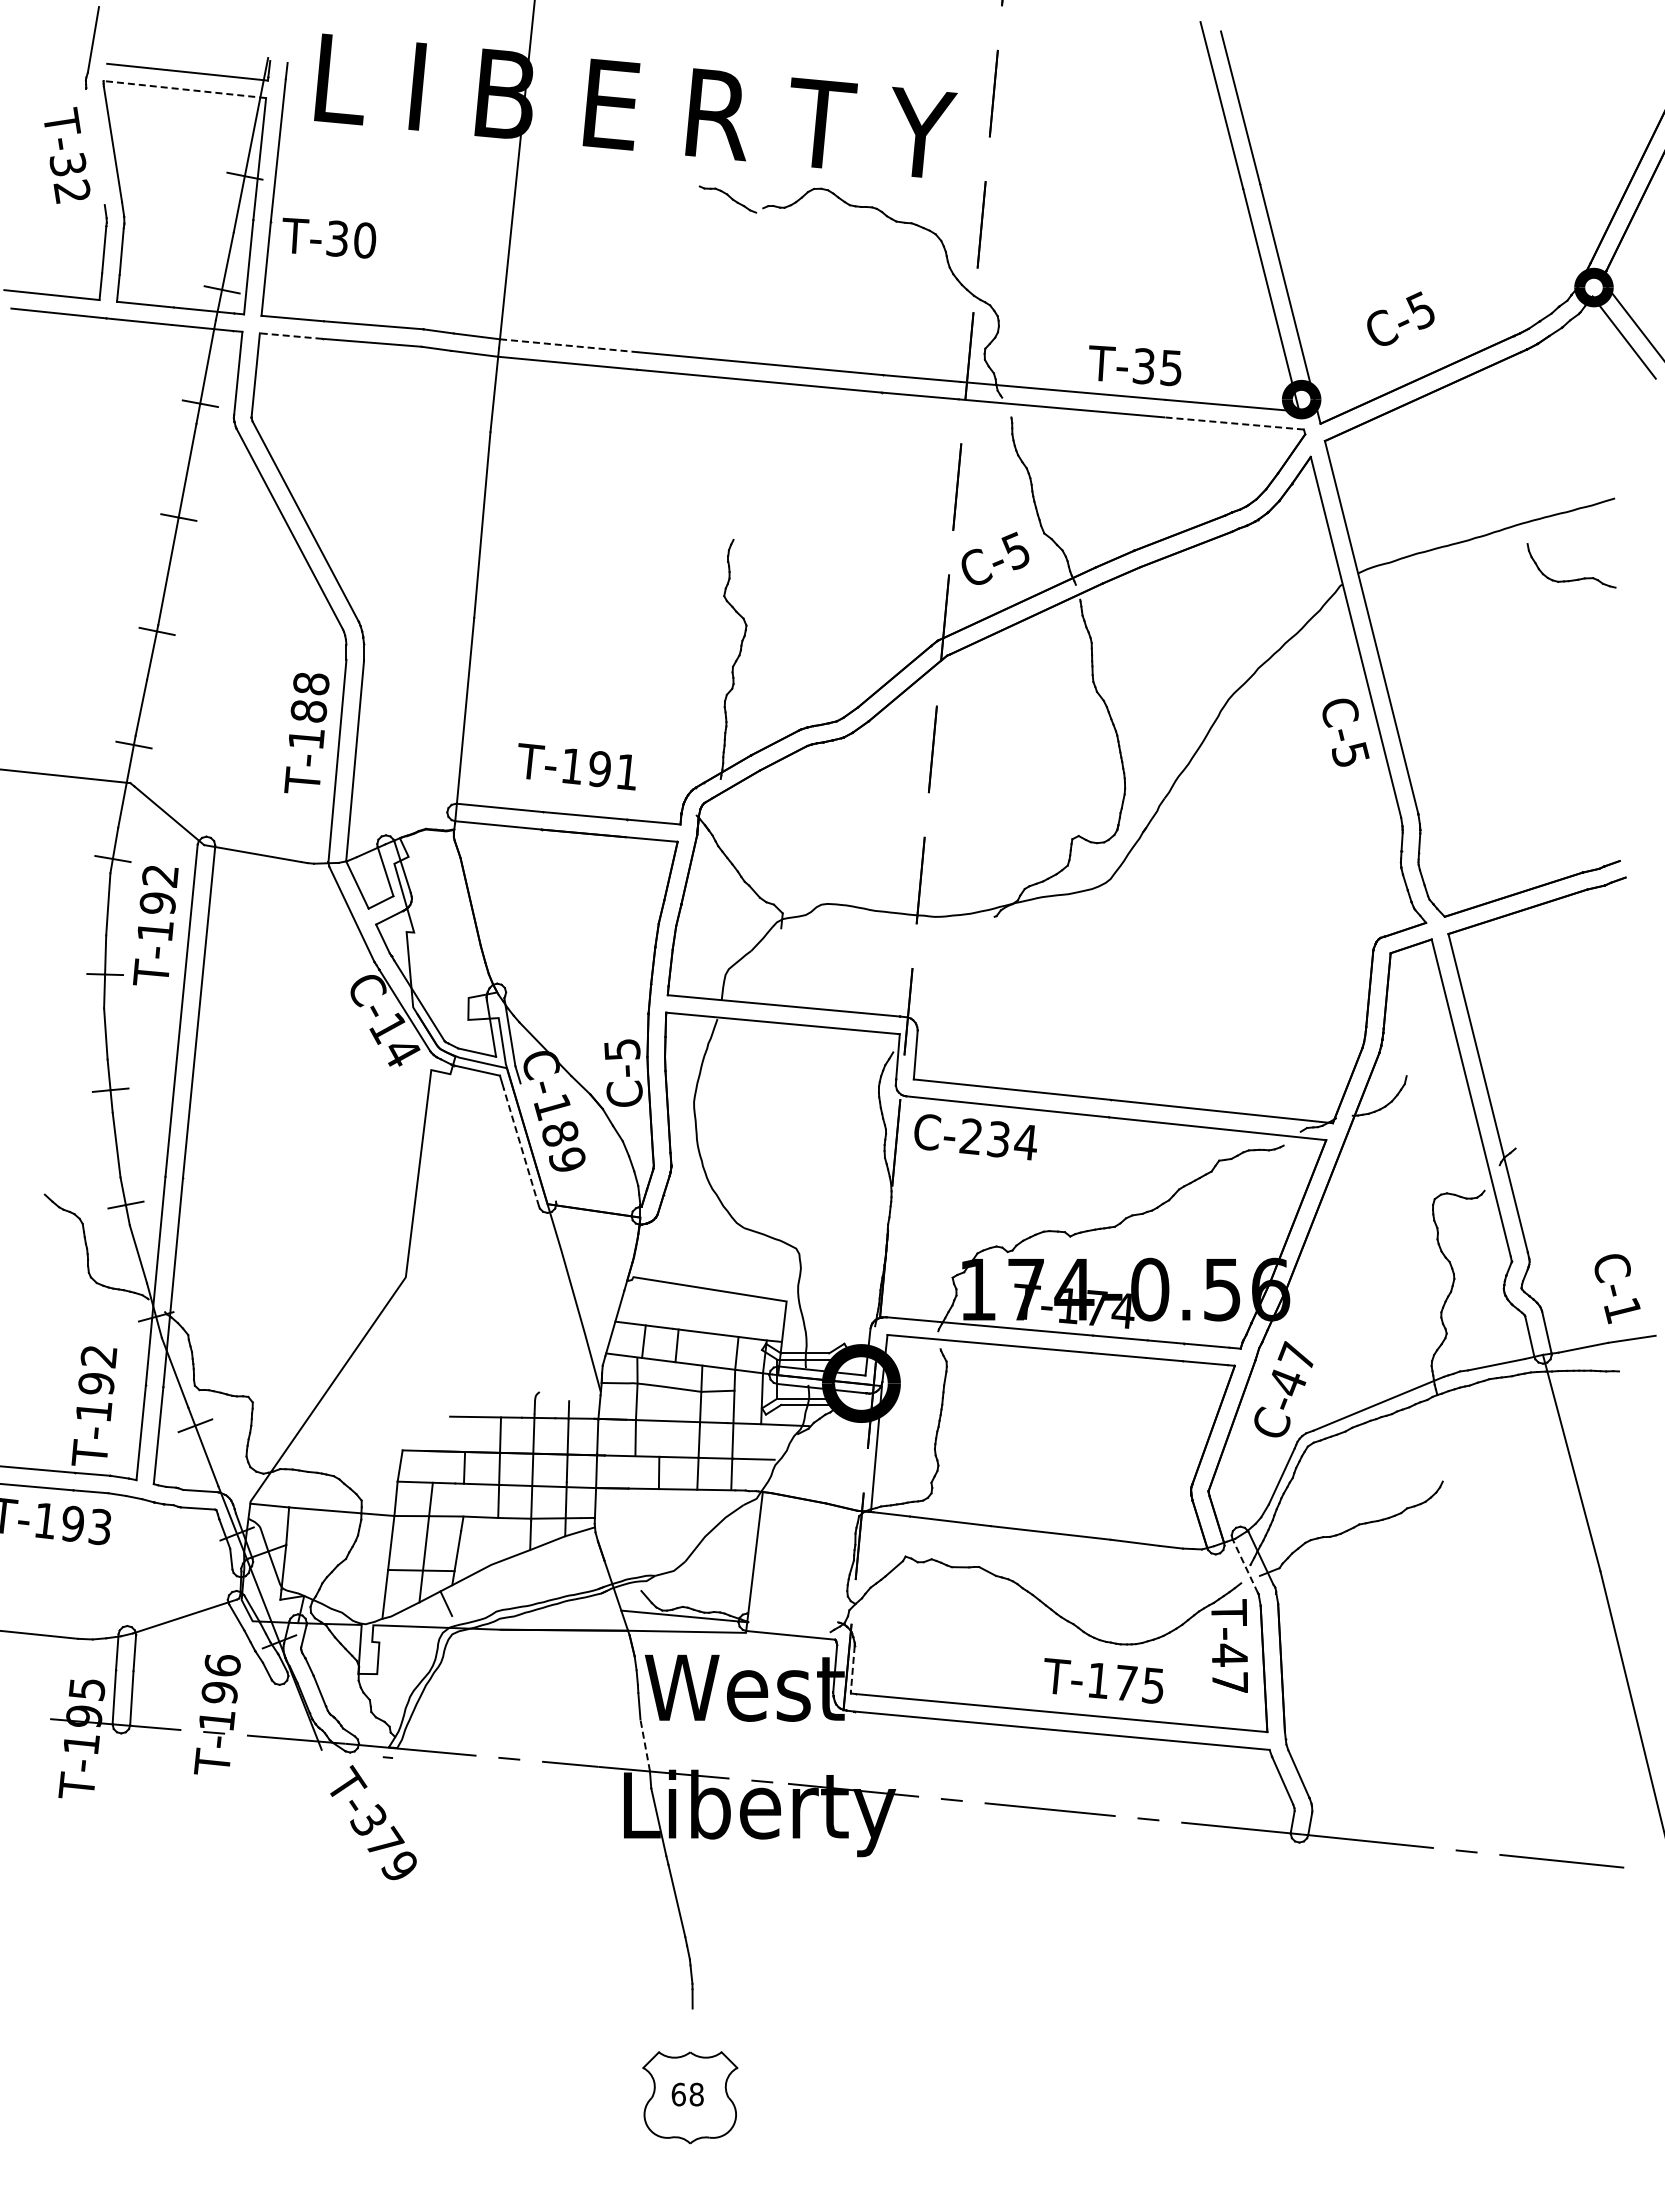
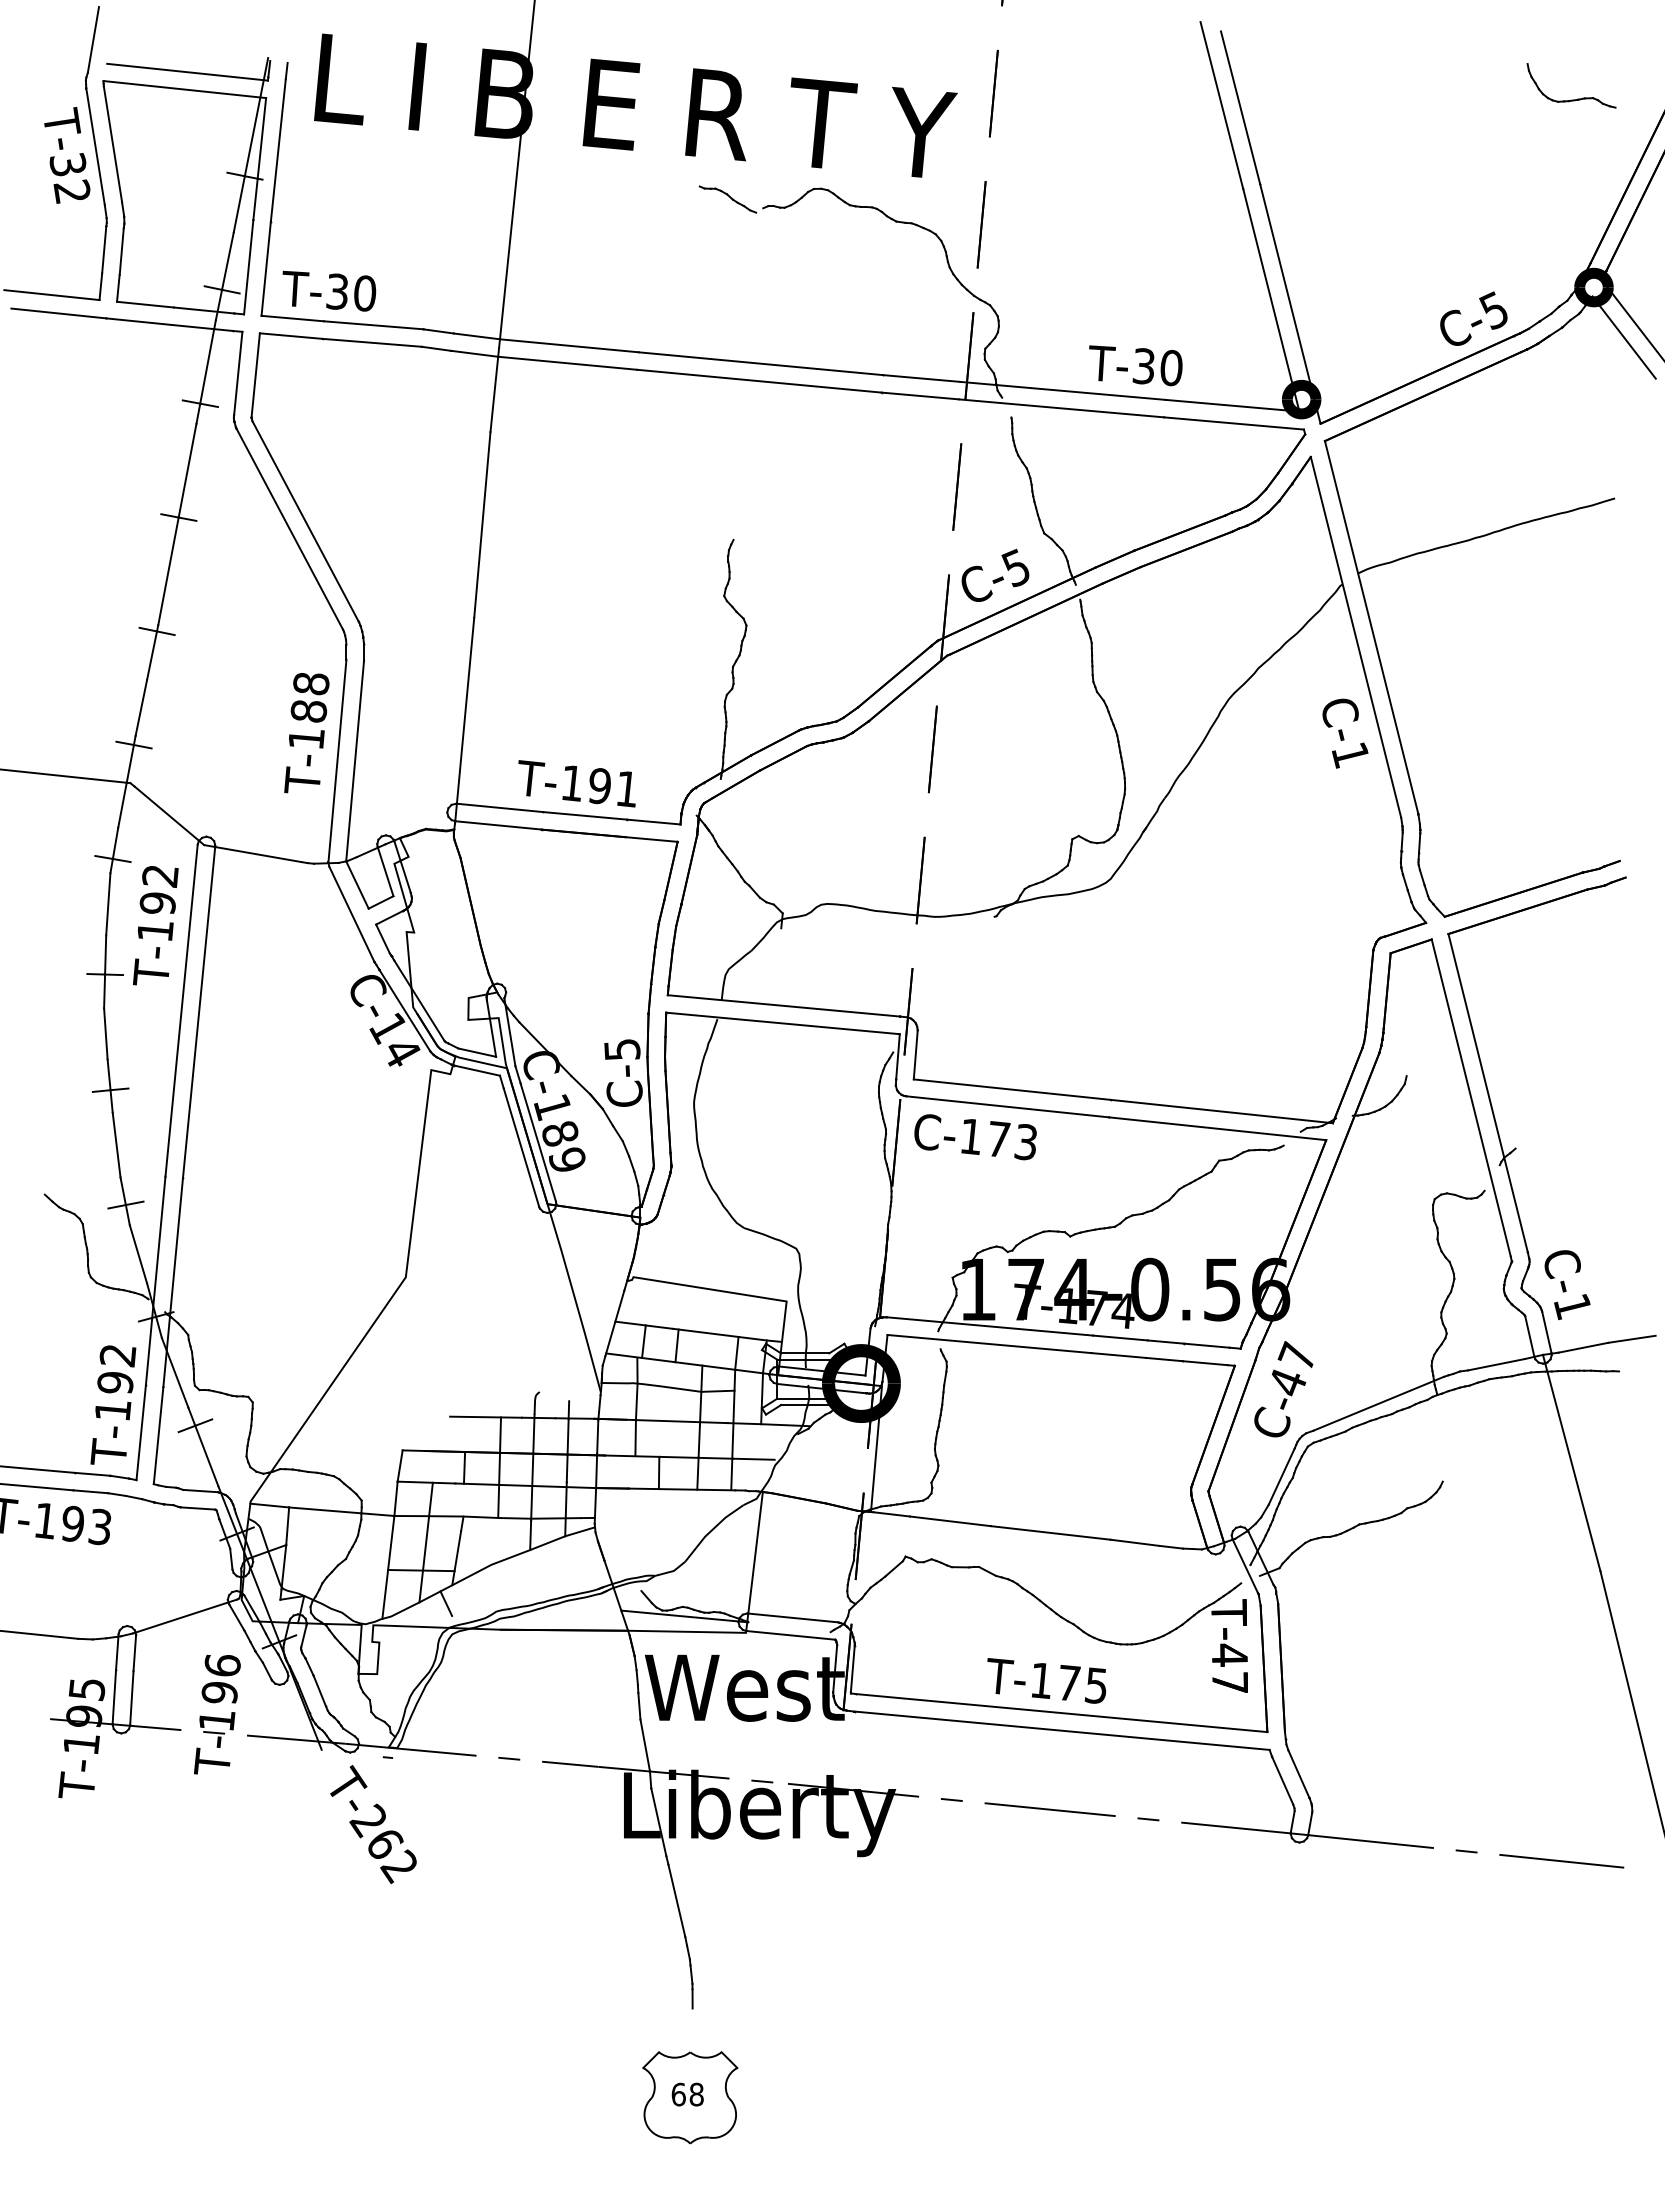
line at (184, 89): dashed -> solid
line at (95, 146): none -> present
text at (329, 237) position: (329, 237) -> (329, 290)
text at (1400, 318) position: (1400, 318) -> (1473, 318)
line at (290, 336): dashed -> solid
line at (569, 345): dashed -> solid
text at (1171, 368): T-35 -> T-30
line at (1233, 423): dashed -> solid
text at (995, 557) position: (995, 557) -> (995, 574)
part at (1571, 579) position: (1571, 579) -> (1571, 99)
text at (1350, 755): C-5 -> C-1
text at (576, 766) position: (576, 766) -> (576, 783)
text at (997, 1139): C-234 -> C-173
line at (537, 1142): none -> present
line at (521, 1147): dashed -> solid
text at (1617, 1289) position: (1617, 1289) -> (1567, 1285)
text at (94, 1405) position: (94, 1405) -> (113, 1404)
line at (1245, 1566): dashed -> solid
line at (793, 1617): none -> present
line at (852, 1669): dashed -> solid
text at (1103, 1680) position: (1103, 1680) -> (1046, 1680)
line at (645, 1744): dashed -> solid
text at (382, 1843): T-379 -> T-262
